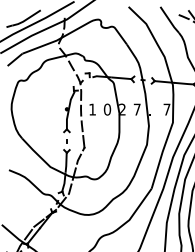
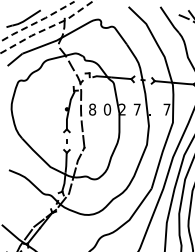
line at (37, 21): solid -> dashed
line at (48, 28): solid -> dashed
text at (92, 109): 1 -> 8
